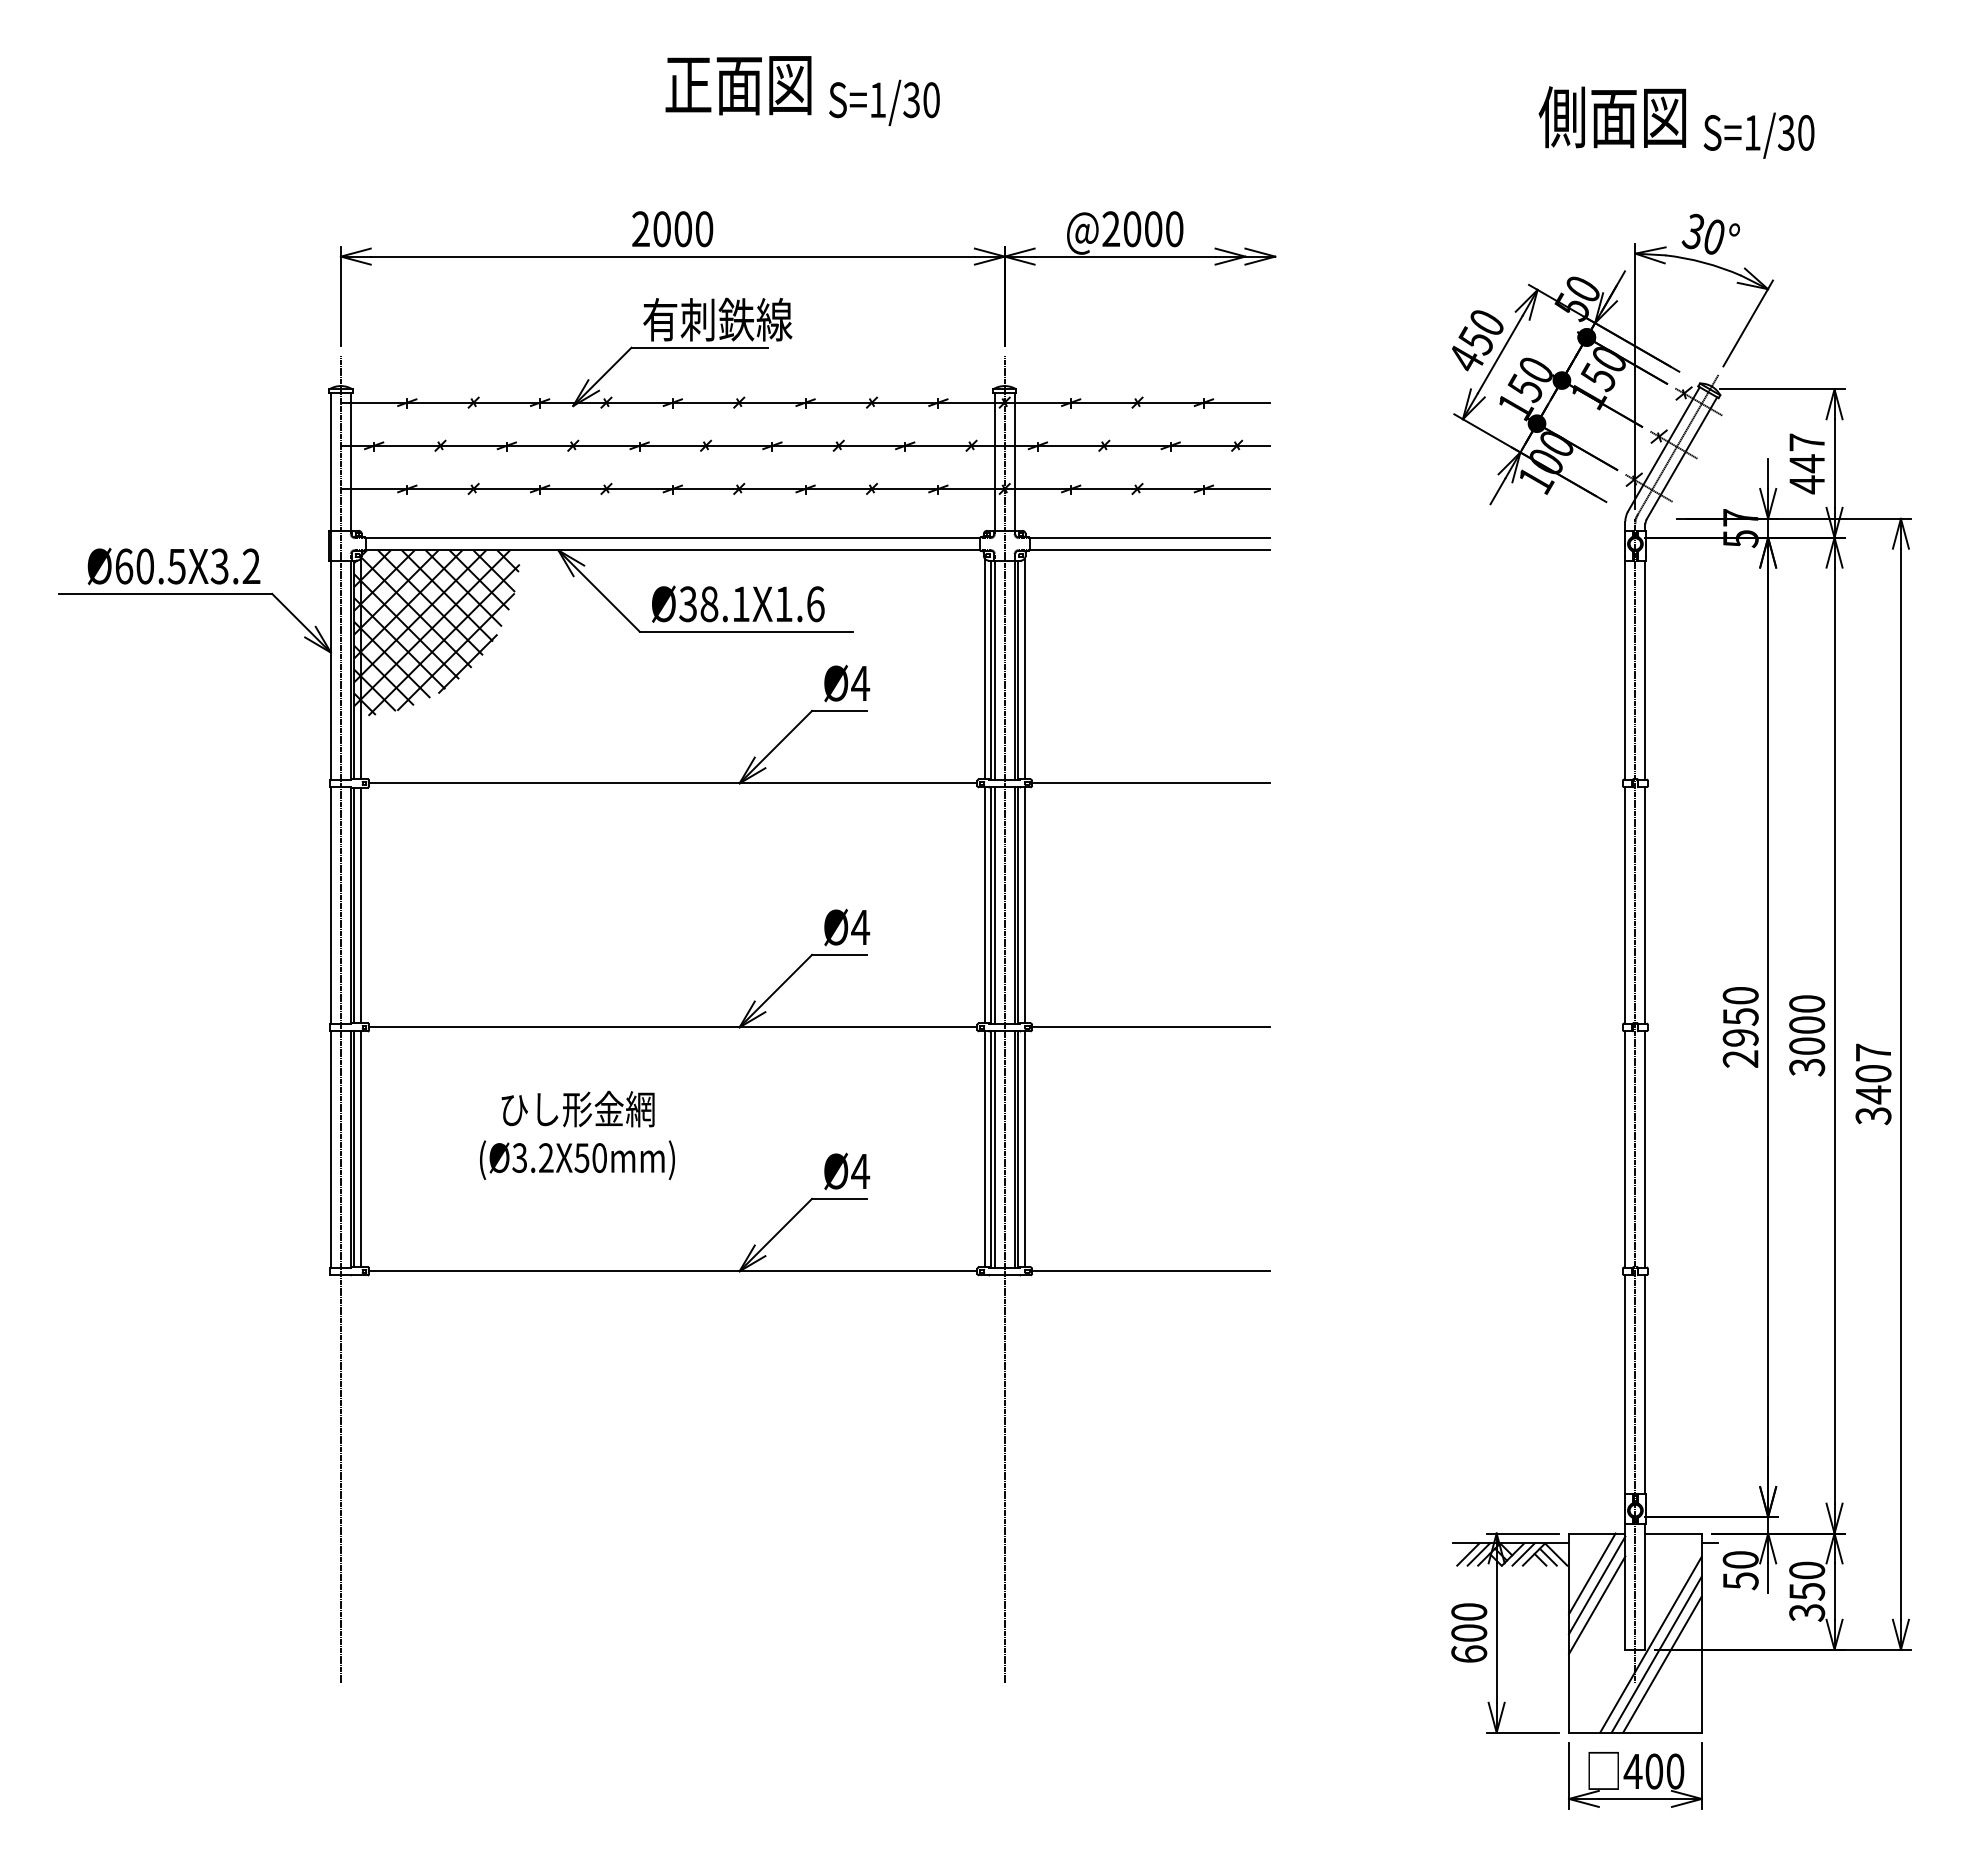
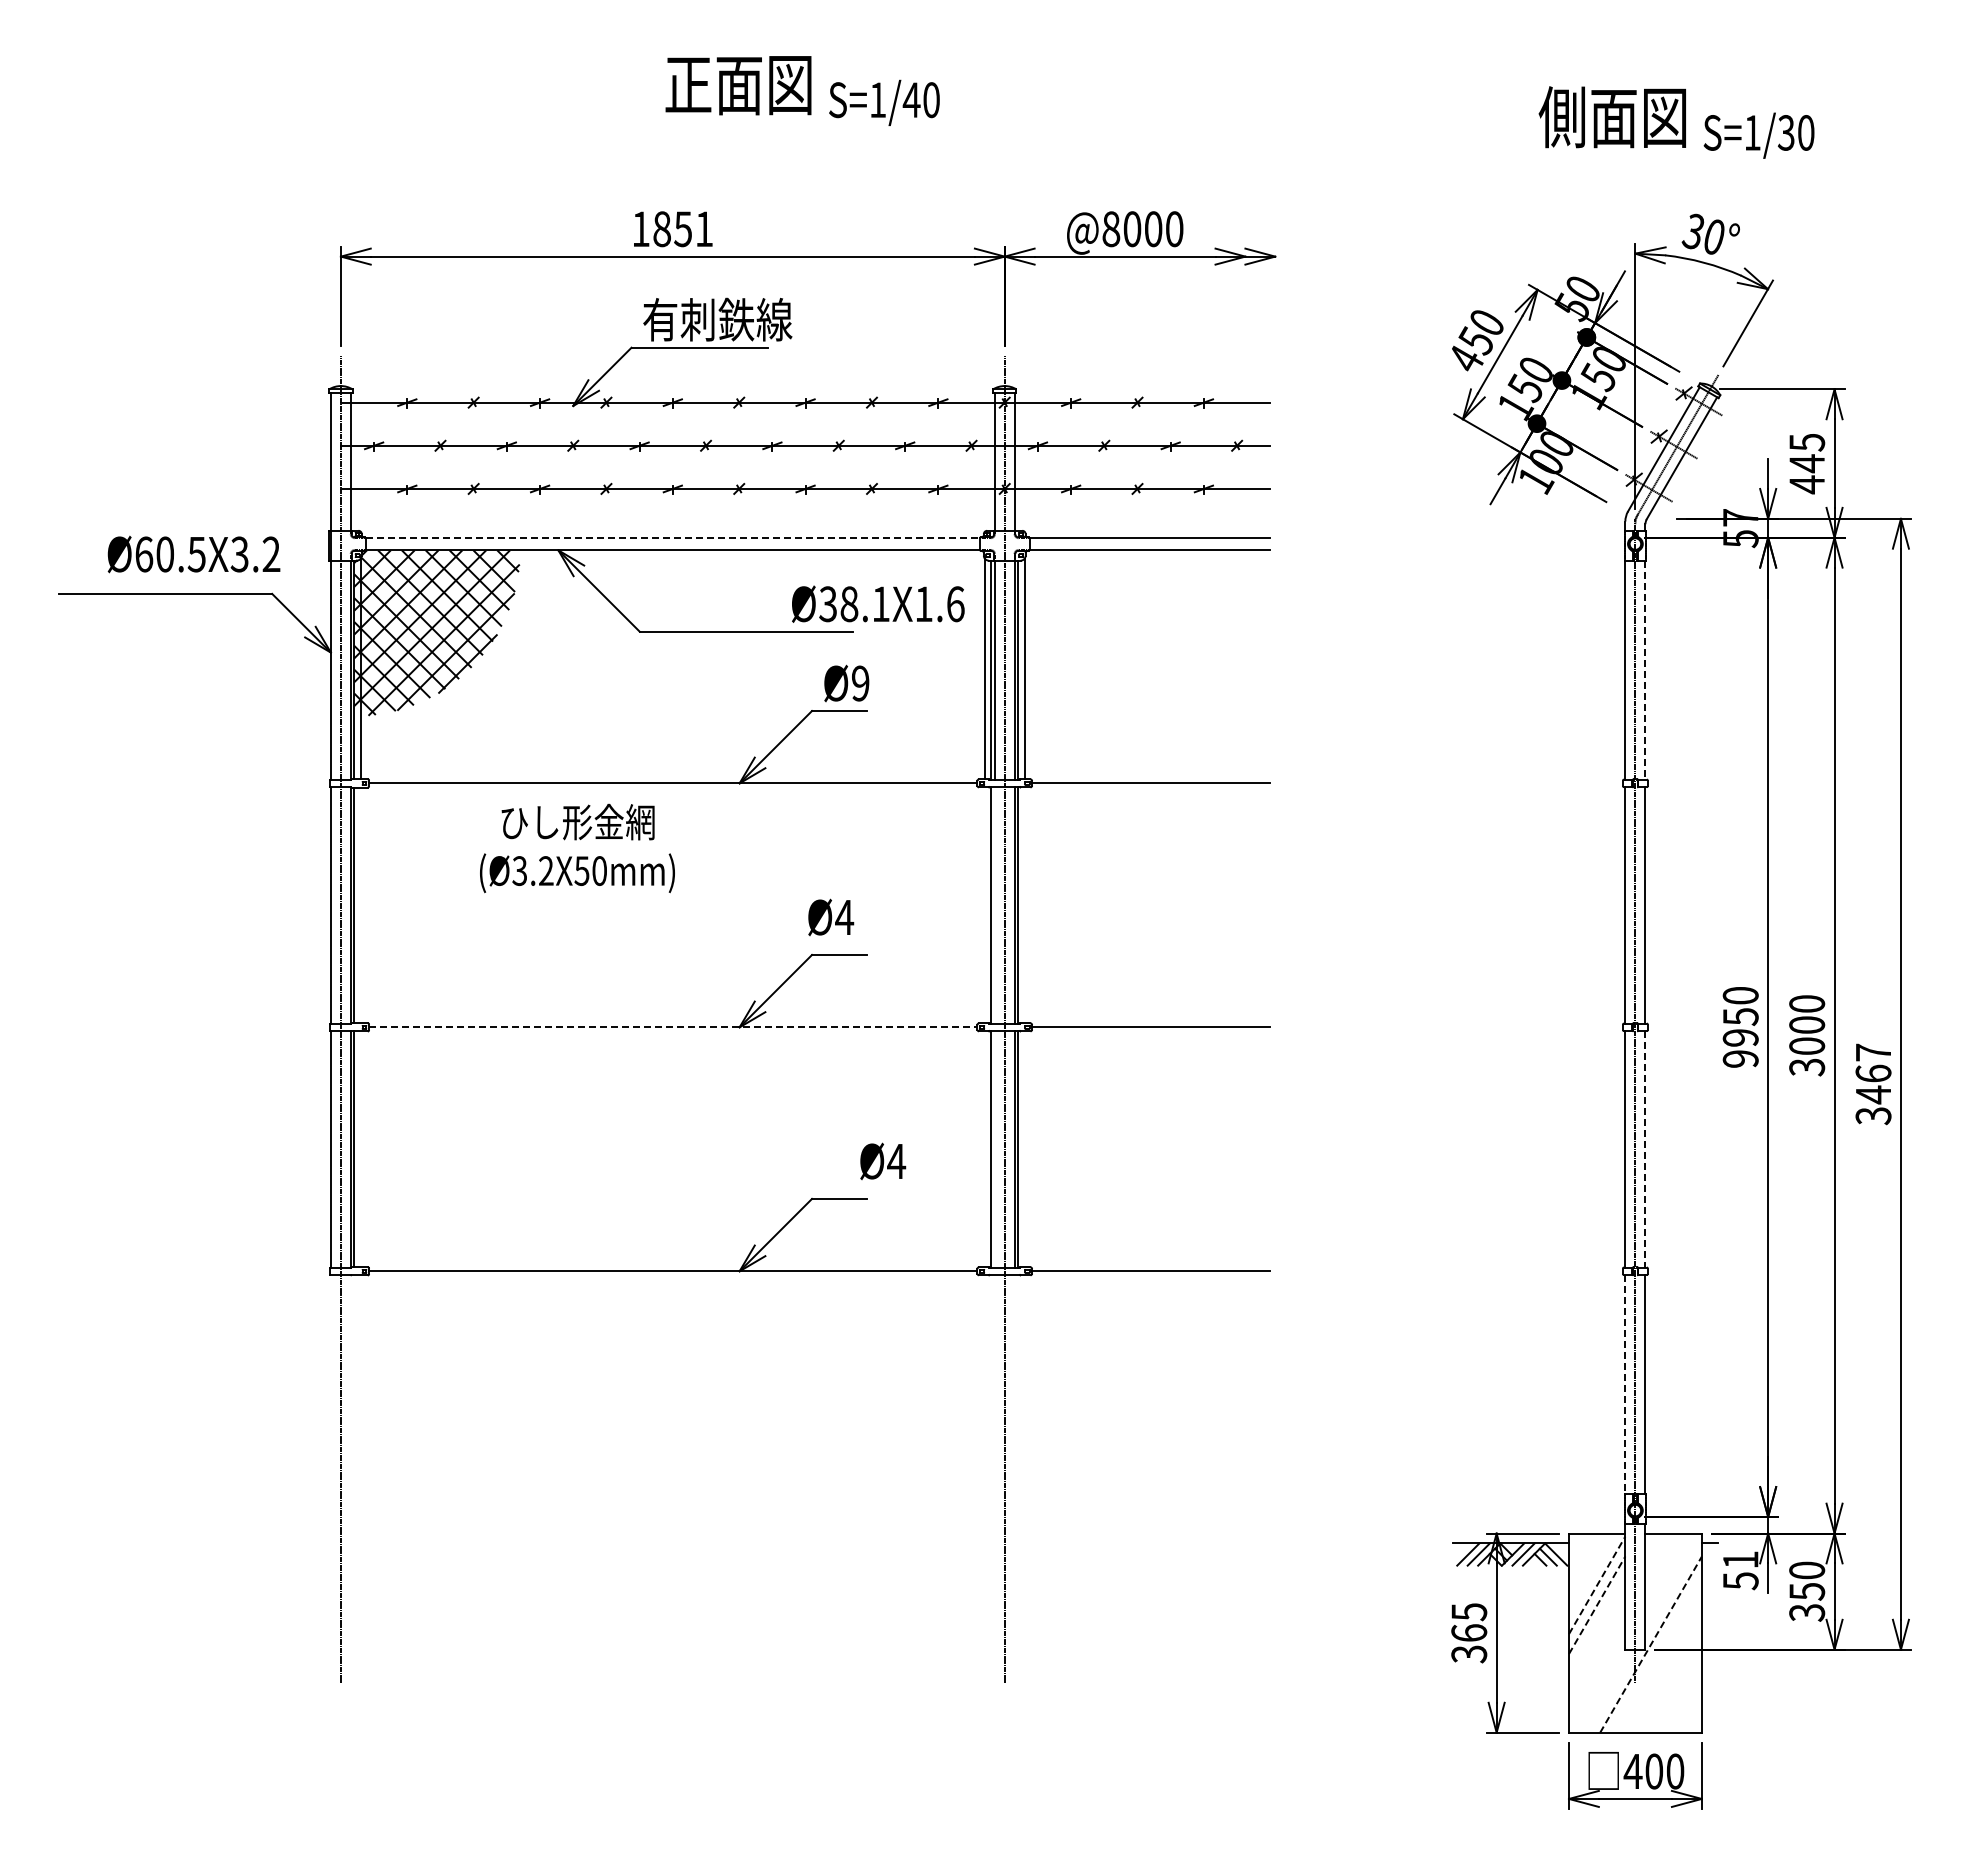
text at (911, 100): S=1/30 -> S=1/40
text at (672, 229): 2000 -> 1851
text at (1111, 229): @2000 -> @8000
text at (1807, 442): 447 -> 445
line at (673, 537): solid -> dashed
text at (173, 566) position: (173, 566) -> (193, 554)
text at (738, 603) position: (738, 603) -> (878, 603)
line at (1645, 670): solid -> dashed
text at (860, 683): Ø4 -> Ø9
line at (360, 905): present -> none
line at (985, 905): present -> none
line at (994, 905): present -> none
line at (1024, 905): present -> none
text at (847, 927) position: (847, 927) -> (831, 917)
line at (673, 1027): solid -> dashed
text at (1740, 1058): 2950 -> 9950
text at (1873, 1073): 3407 -> 3467
text at (577, 1135) position: (577, 1135) -> (577, 848)
line at (360, 1149): present -> none
line at (985, 1149): present -> none
line at (994, 1149): present -> none
line at (1024, 1149): present -> none
line at (1645, 1149): solid -> dashed
text at (847, 1170) position: (847, 1170) -> (883, 1160)
line at (1625, 1385): solid -> dashed
text at (1740, 1559): 50 -> 51
line at (1592, 1573): present -> none
line at (1597, 1584): solid -> dashed
line at (1597, 1604): solid -> dashed
text at (1469, 1633): 600 -> 365
line at (1651, 1644): solid -> dashed
line at (1656, 1654): present -> none
line at (1662, 1664): present -> none
